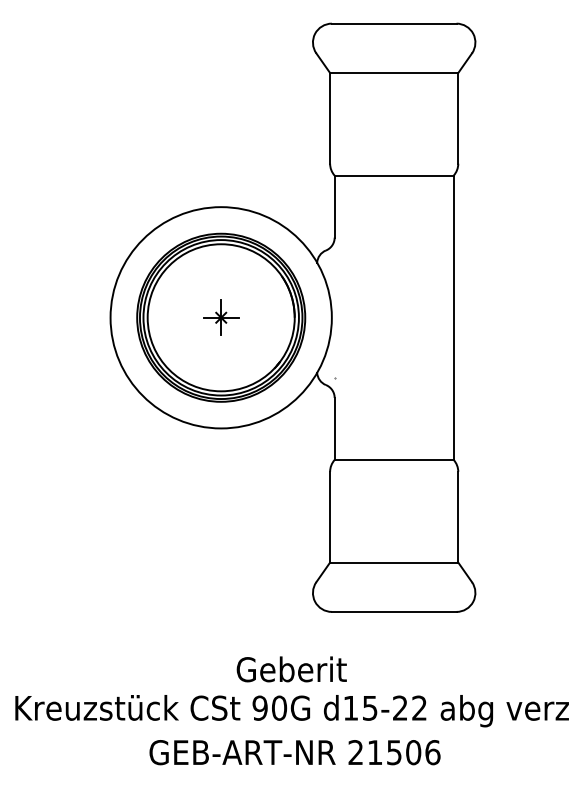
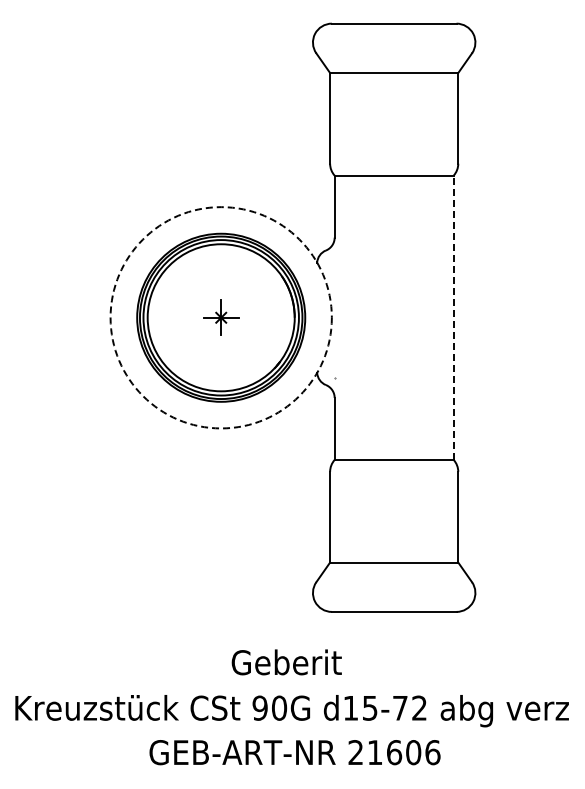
circle at (220, 317): solid -> dashed
line at (453, 317): solid -> dashed
text at (291, 669) position: (291, 669) -> (286, 662)
text at (400, 707): d15-22 -> d15-72
text at (394, 752): 21506 -> 21606
